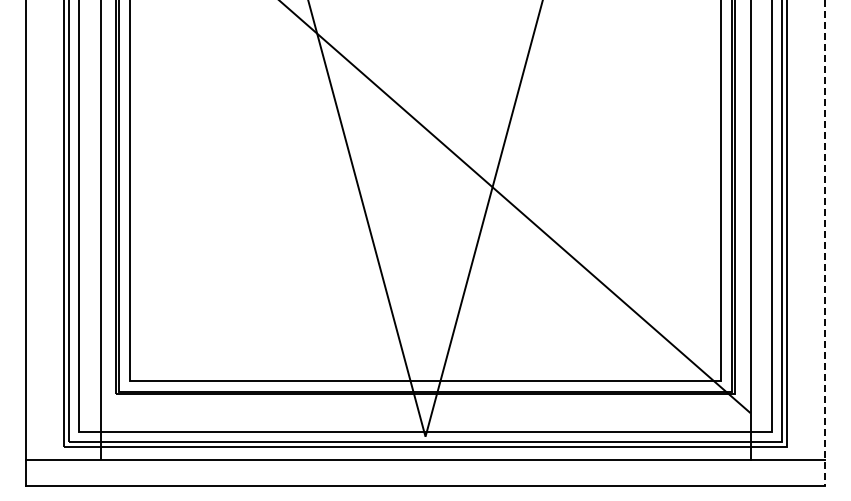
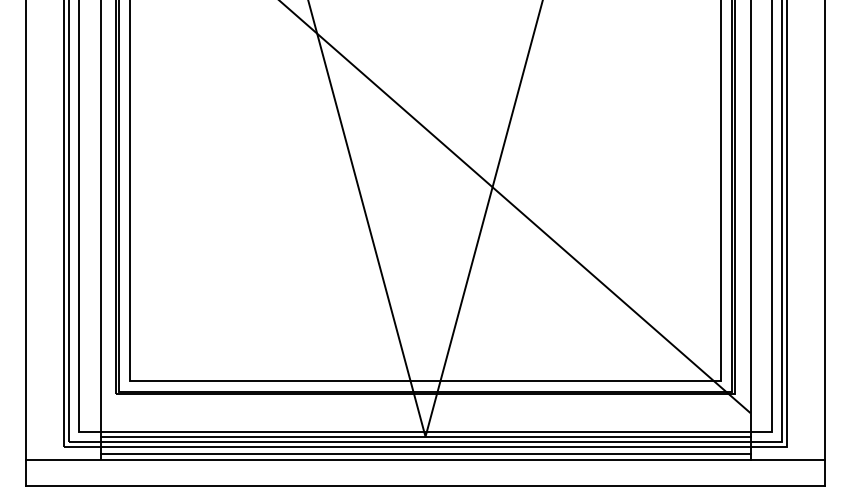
line at (825, 242): dashed -> solid
line at (425, 436): none -> present
line at (425, 454): none -> present
